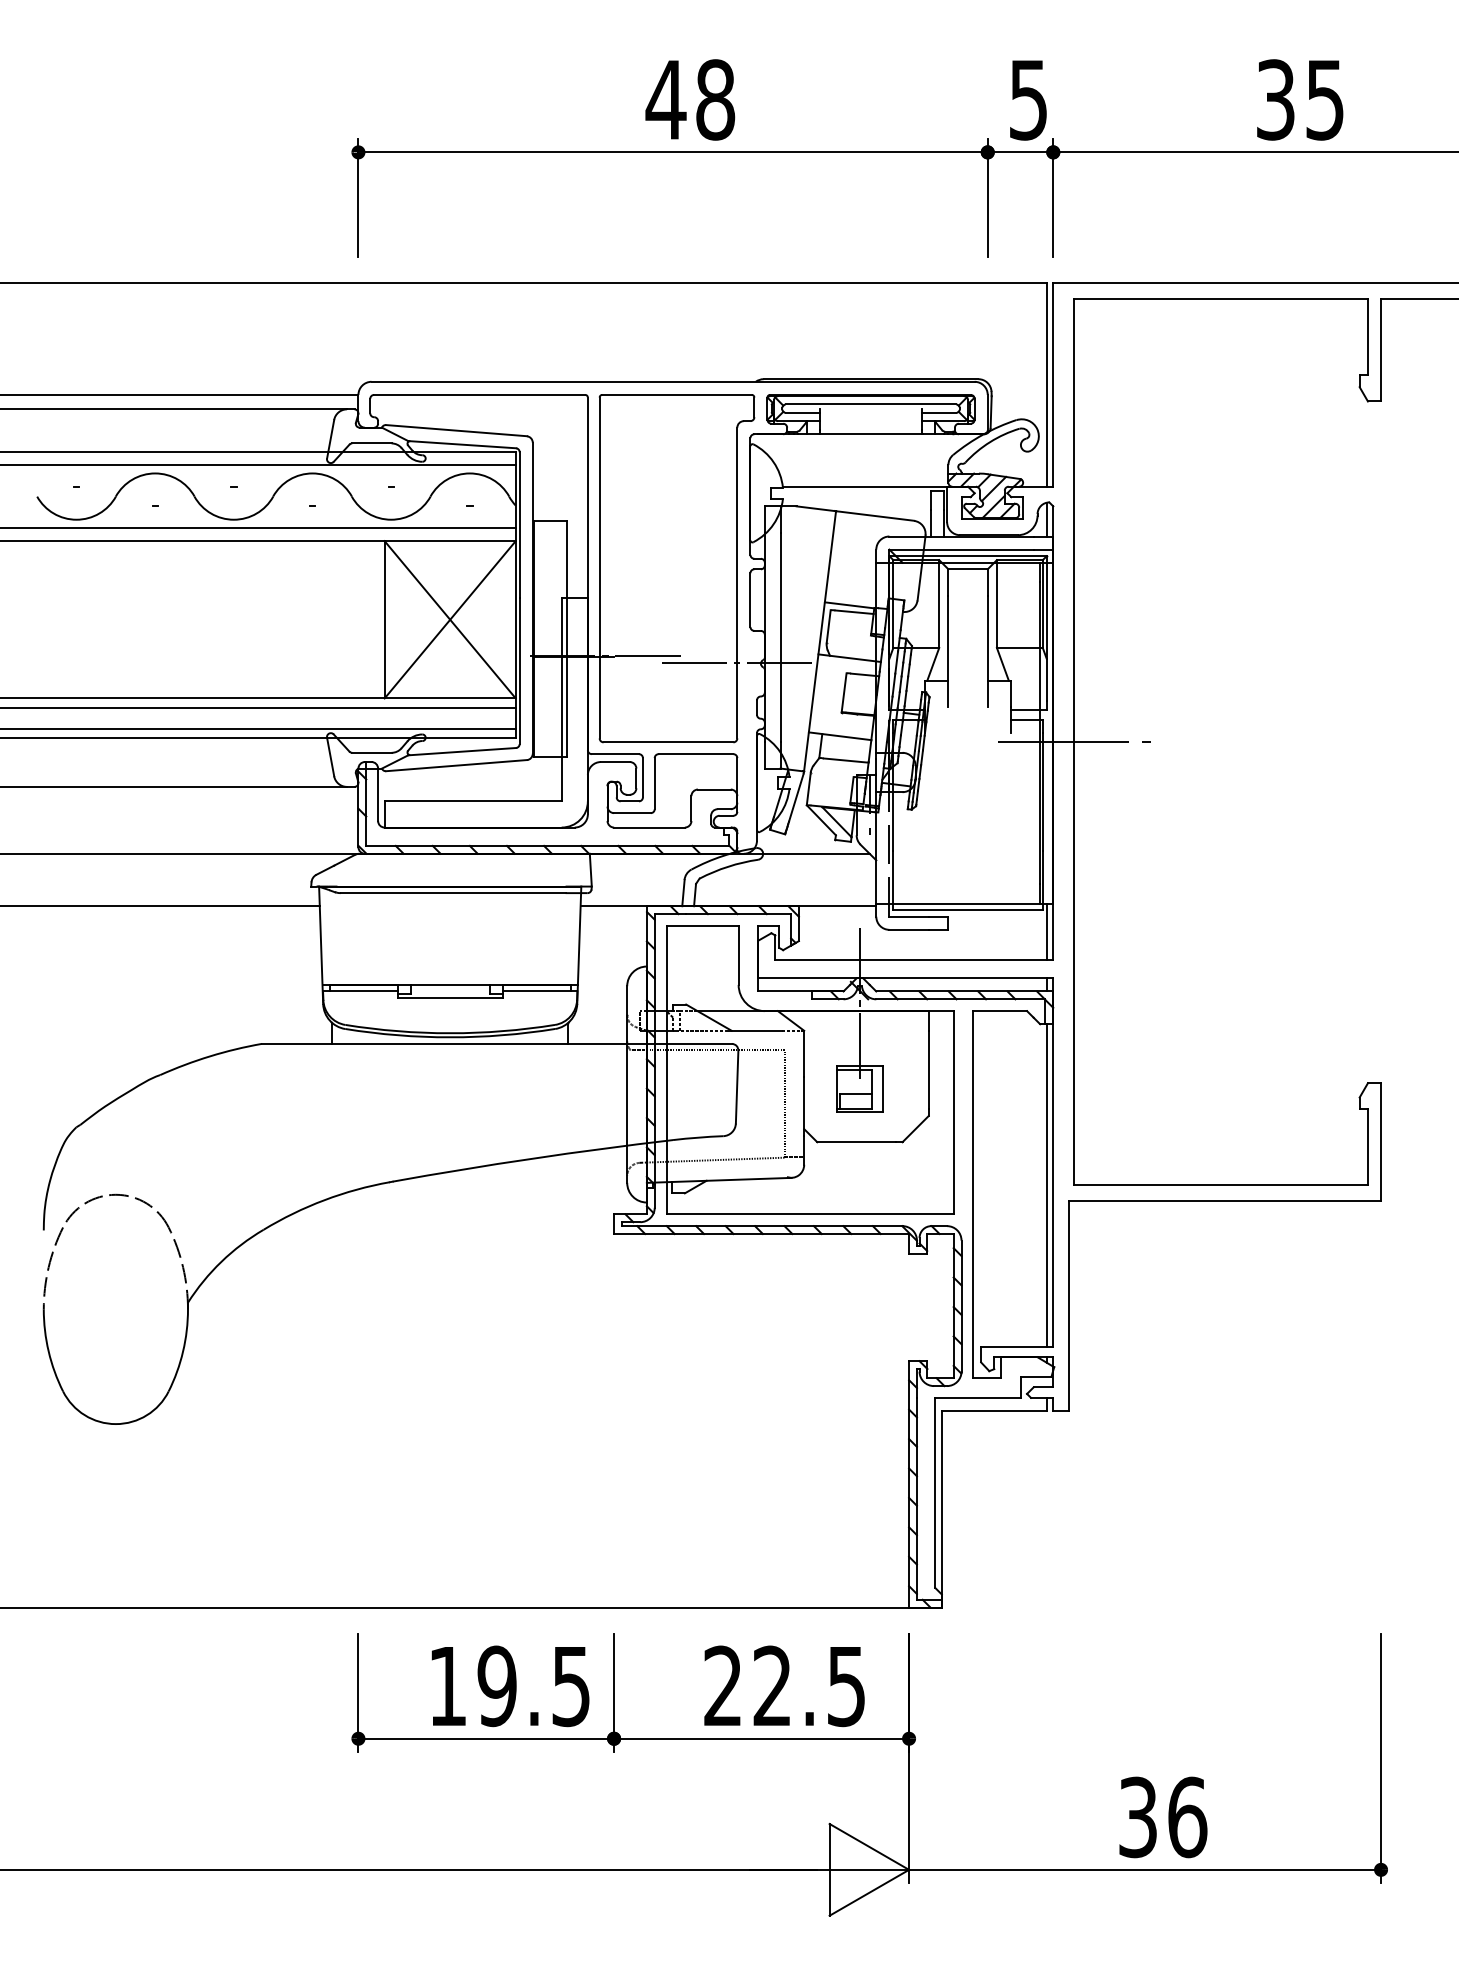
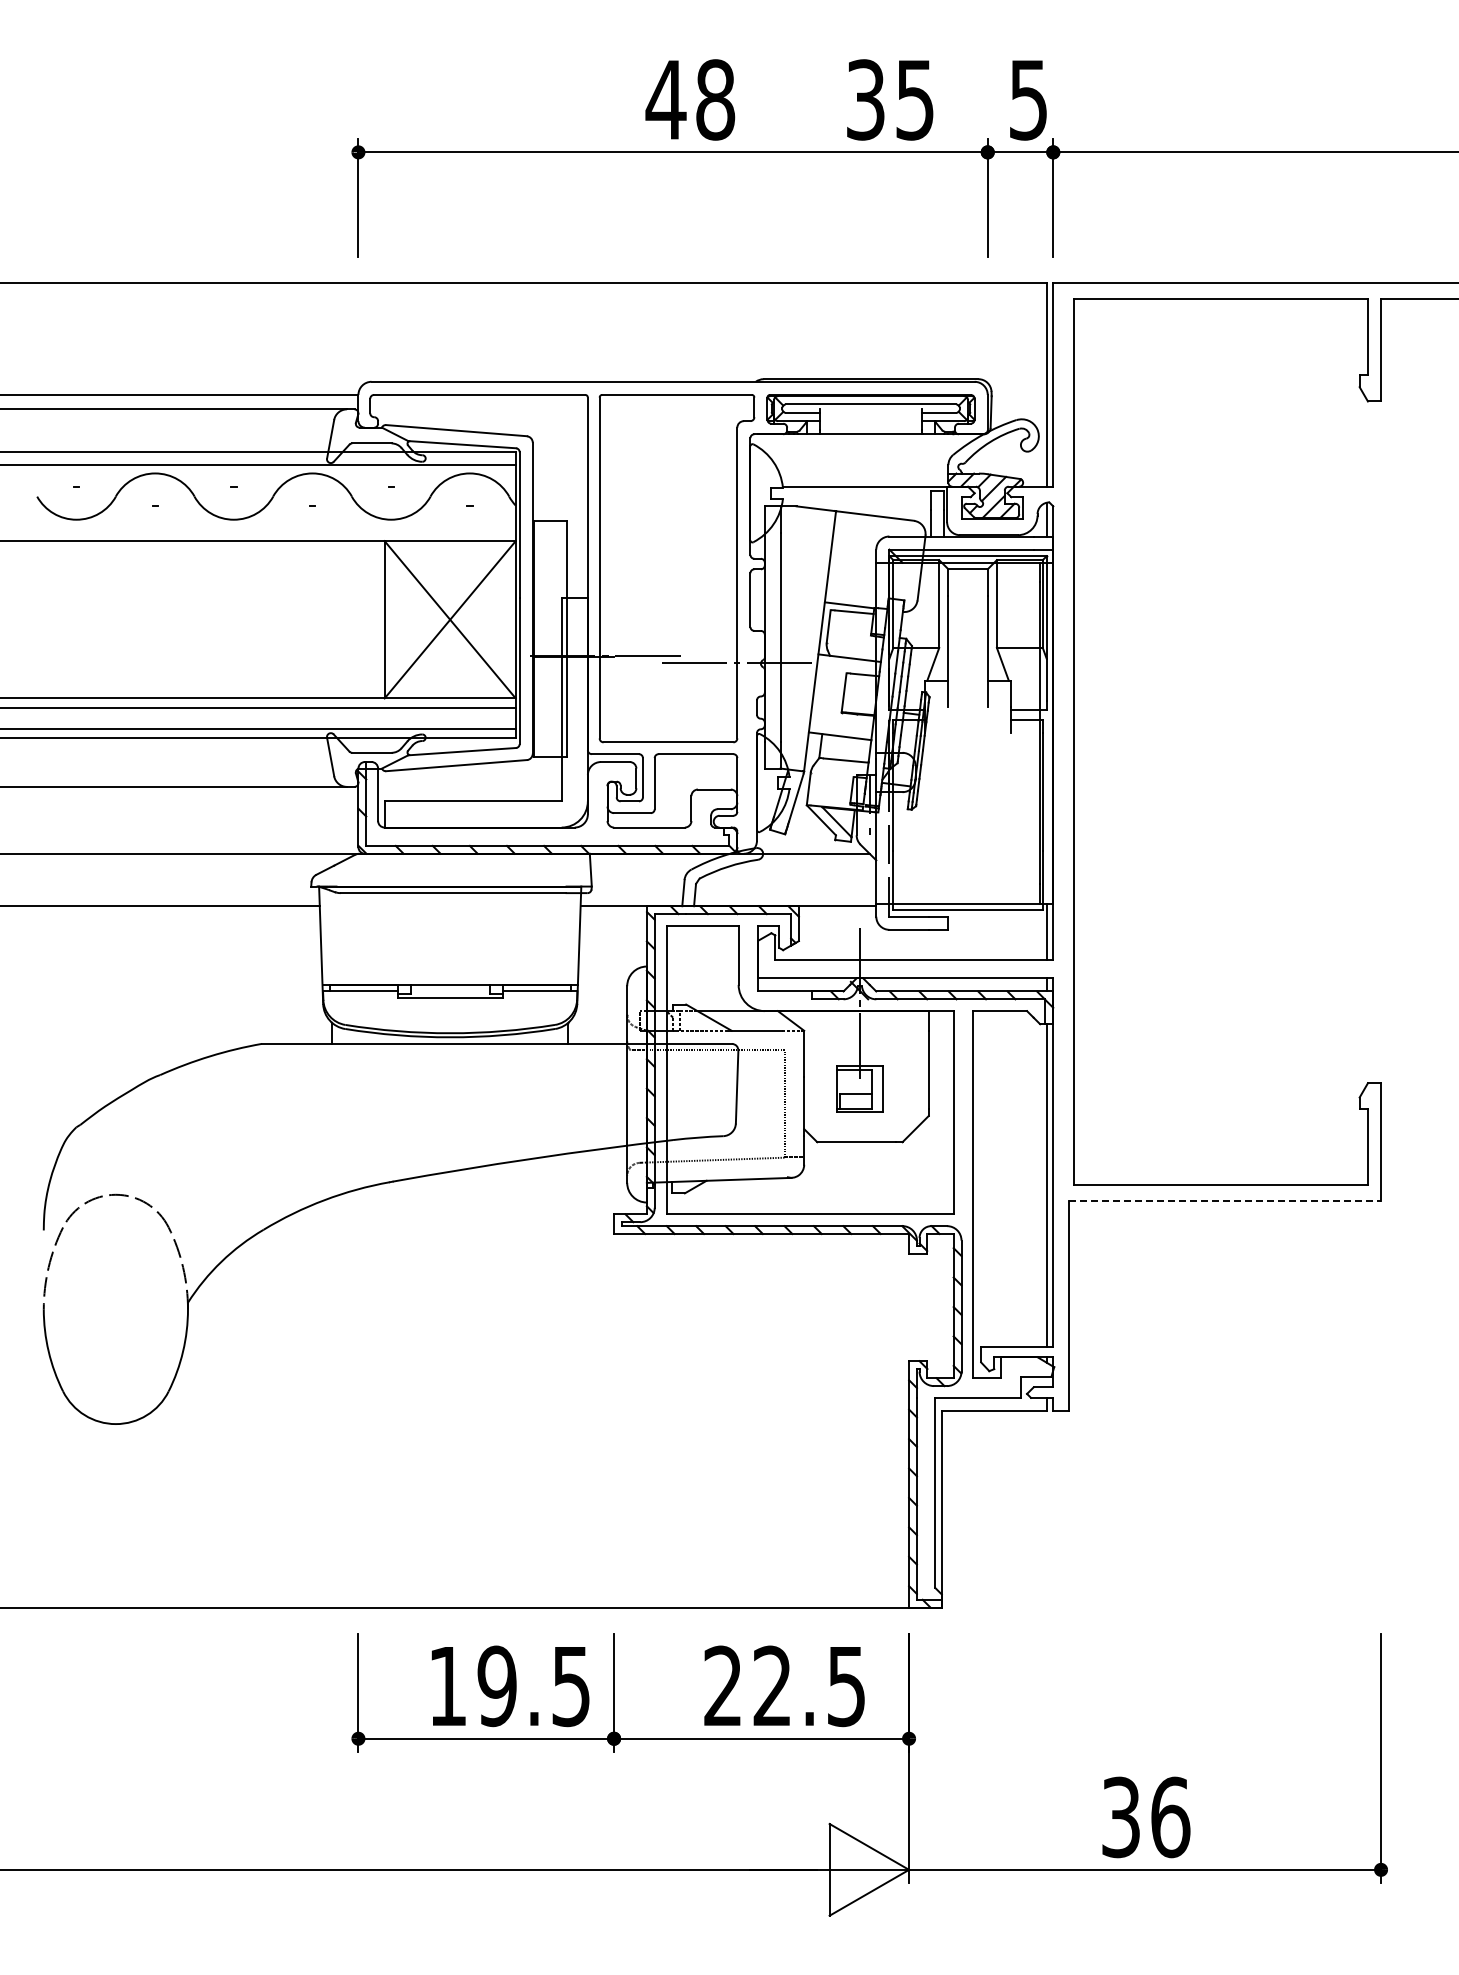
text at (1300, 99) position: (1300, 99) -> (890, 99)
line at (258, 528): present -> none
line at (1073, 742): present -> none
line at (1225, 1201): solid -> dashed
text at (1163, 1817) position: (1163, 1817) -> (1146, 1817)
